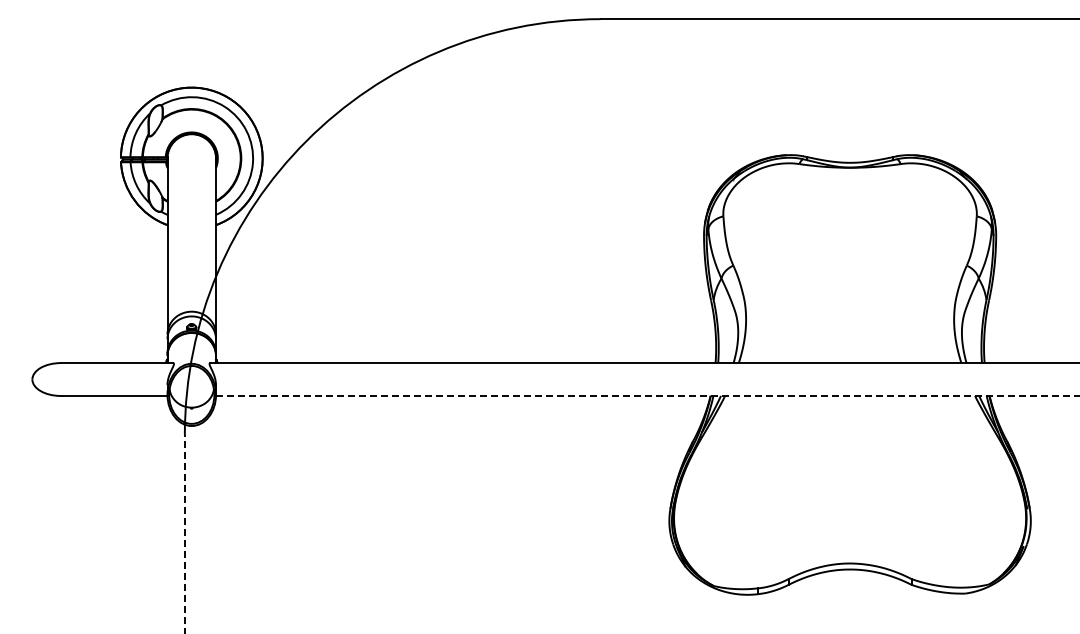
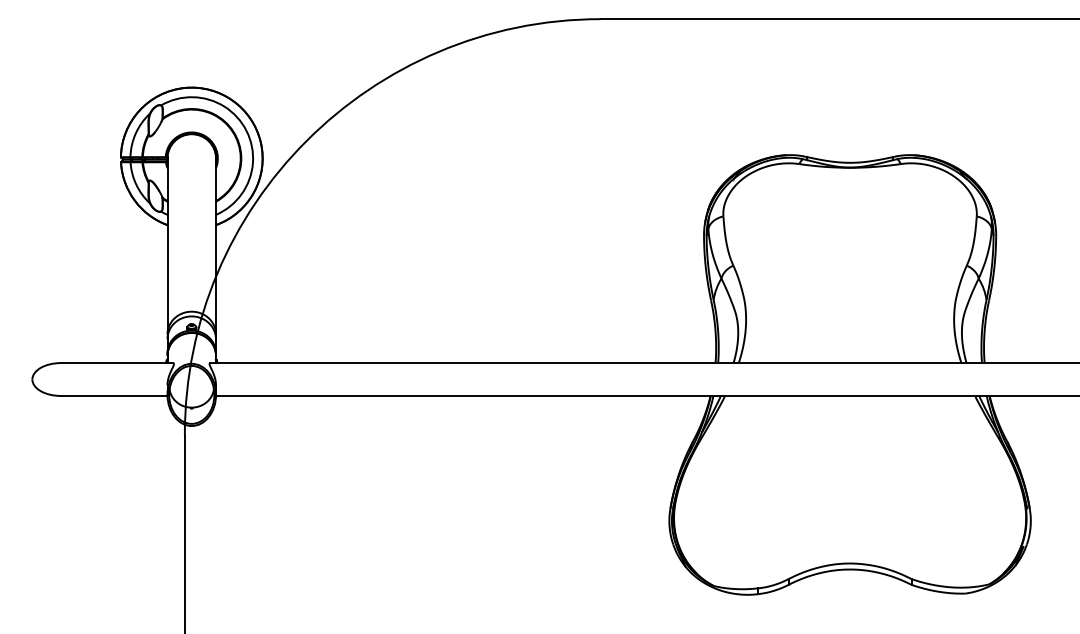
line at (647, 395): dashed -> solid
line at (184, 533): dashed -> solid
